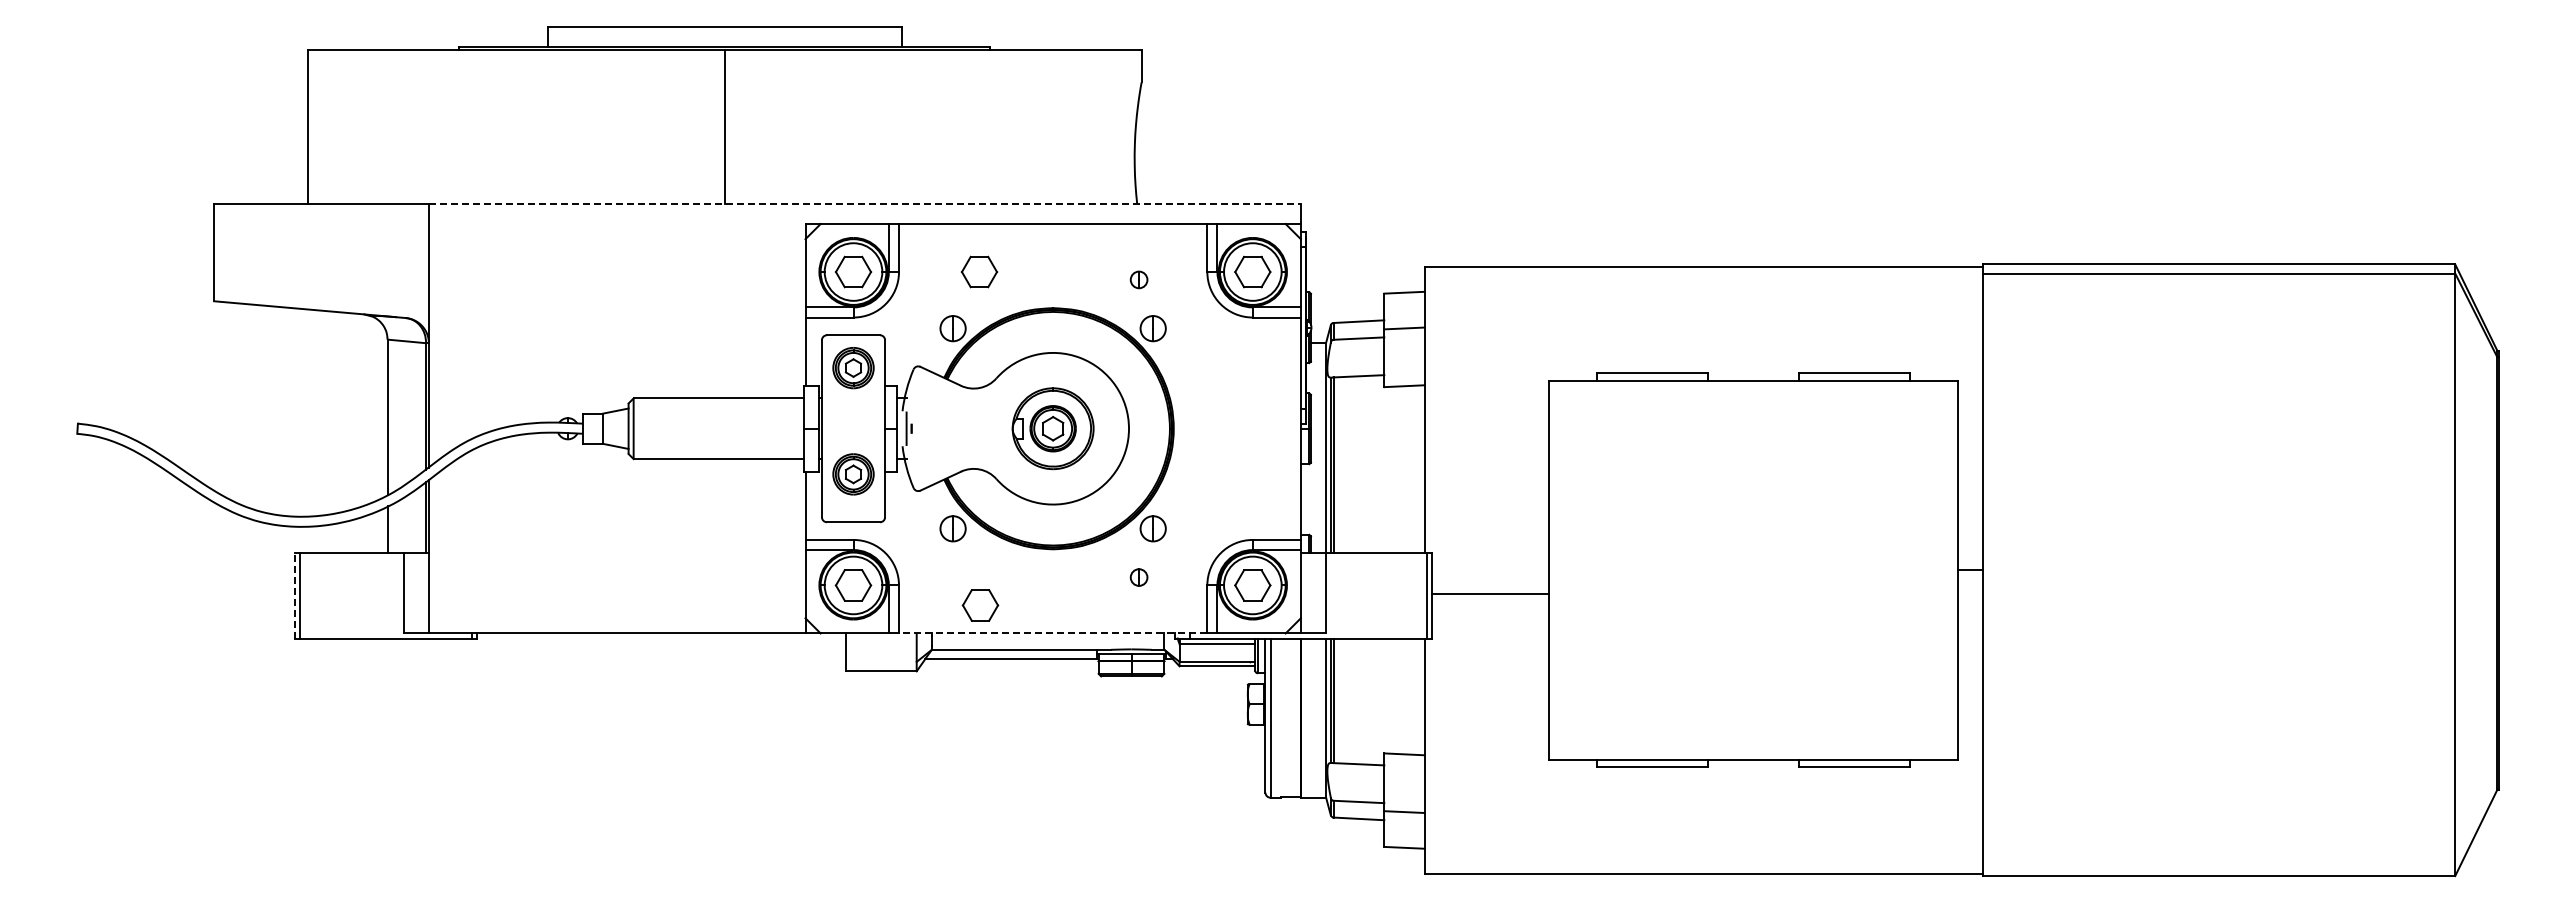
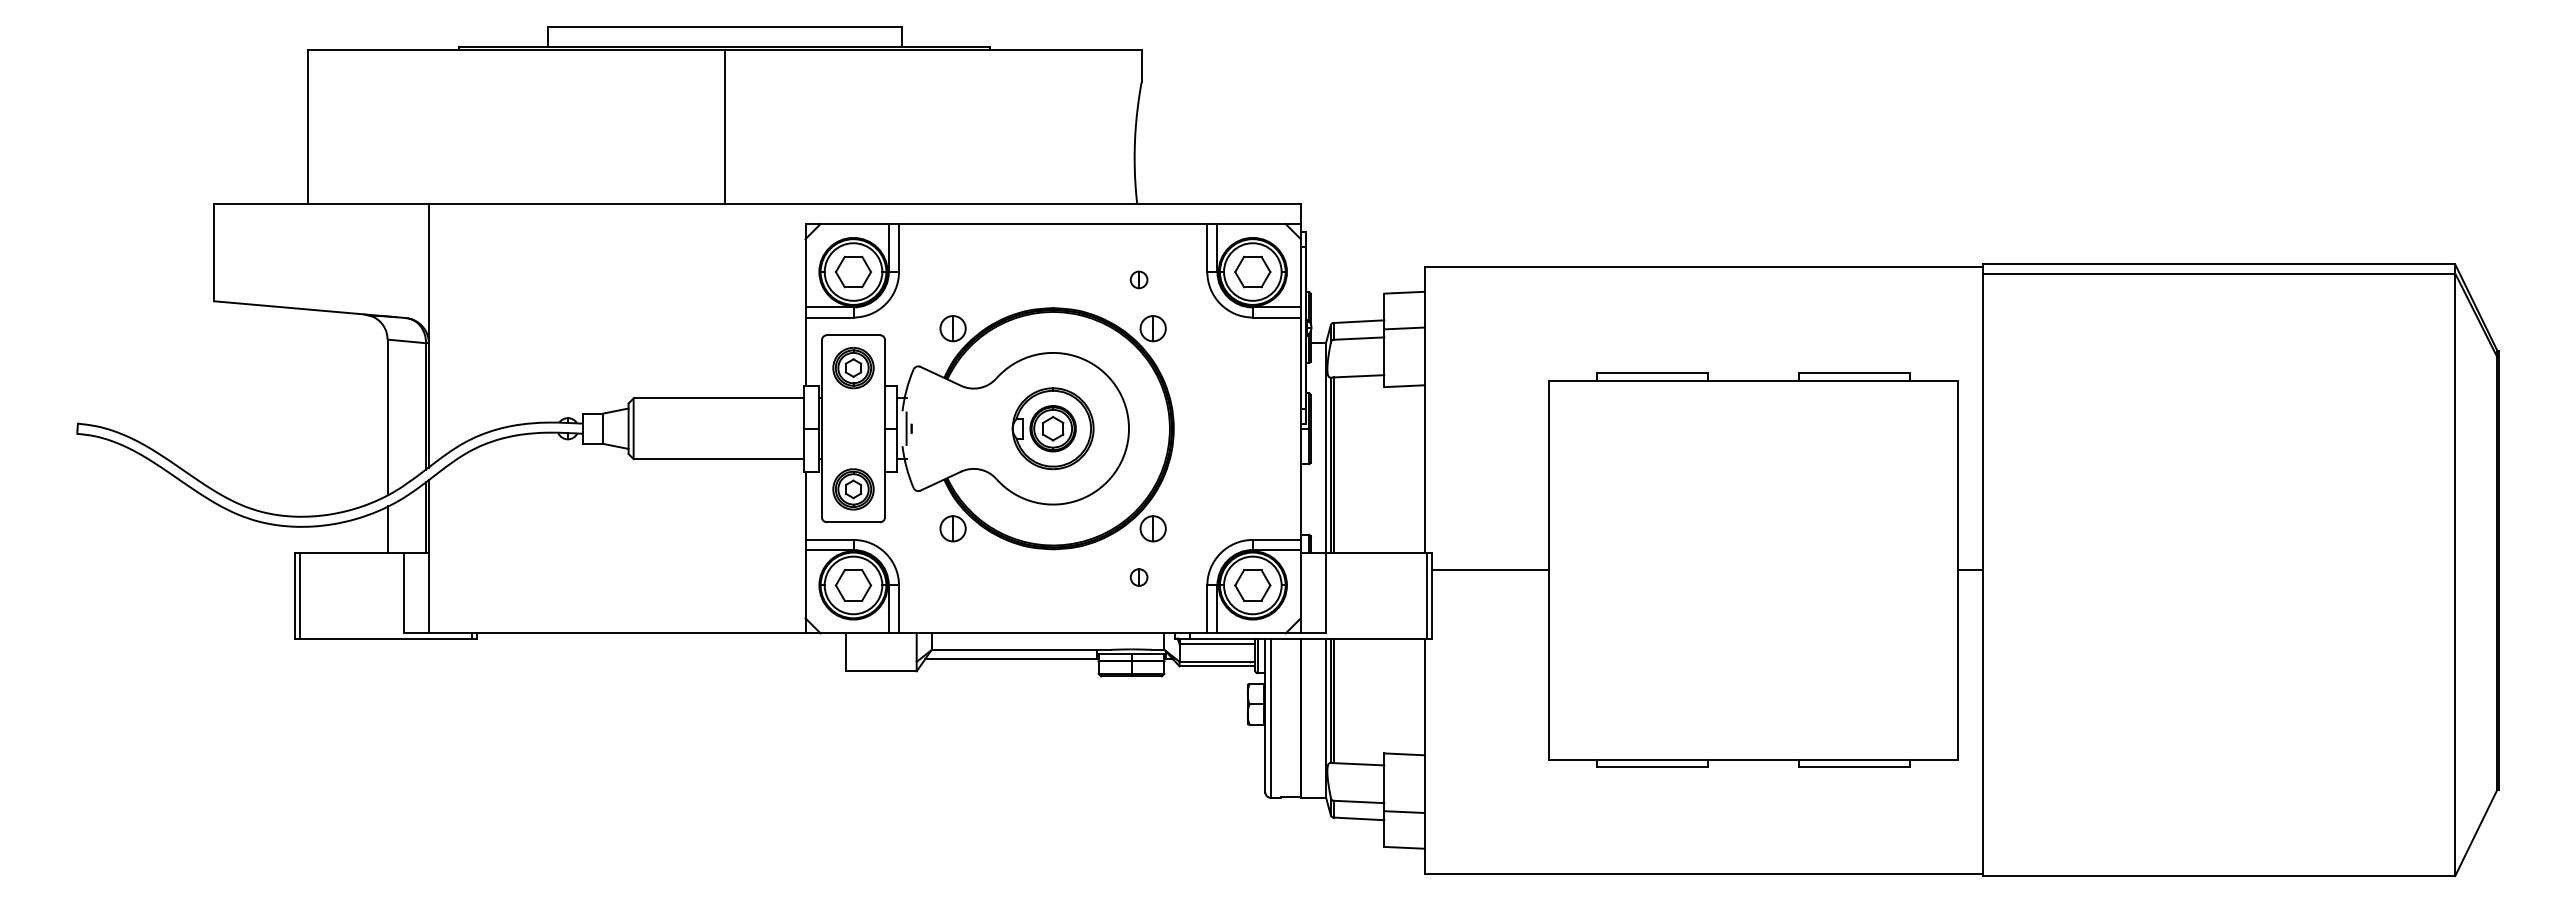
line at (864, 203): dashed -> solid
part at (979, 271): present -> none
part at (853, 474) position: (853, 474) -> (853, 489)
line at (1490, 594) position: (1490, 594) -> (1490, 570)
line at (294, 595): dashed -> solid
part at (980, 605): present -> none
line at (1052, 633): dashed -> solid
